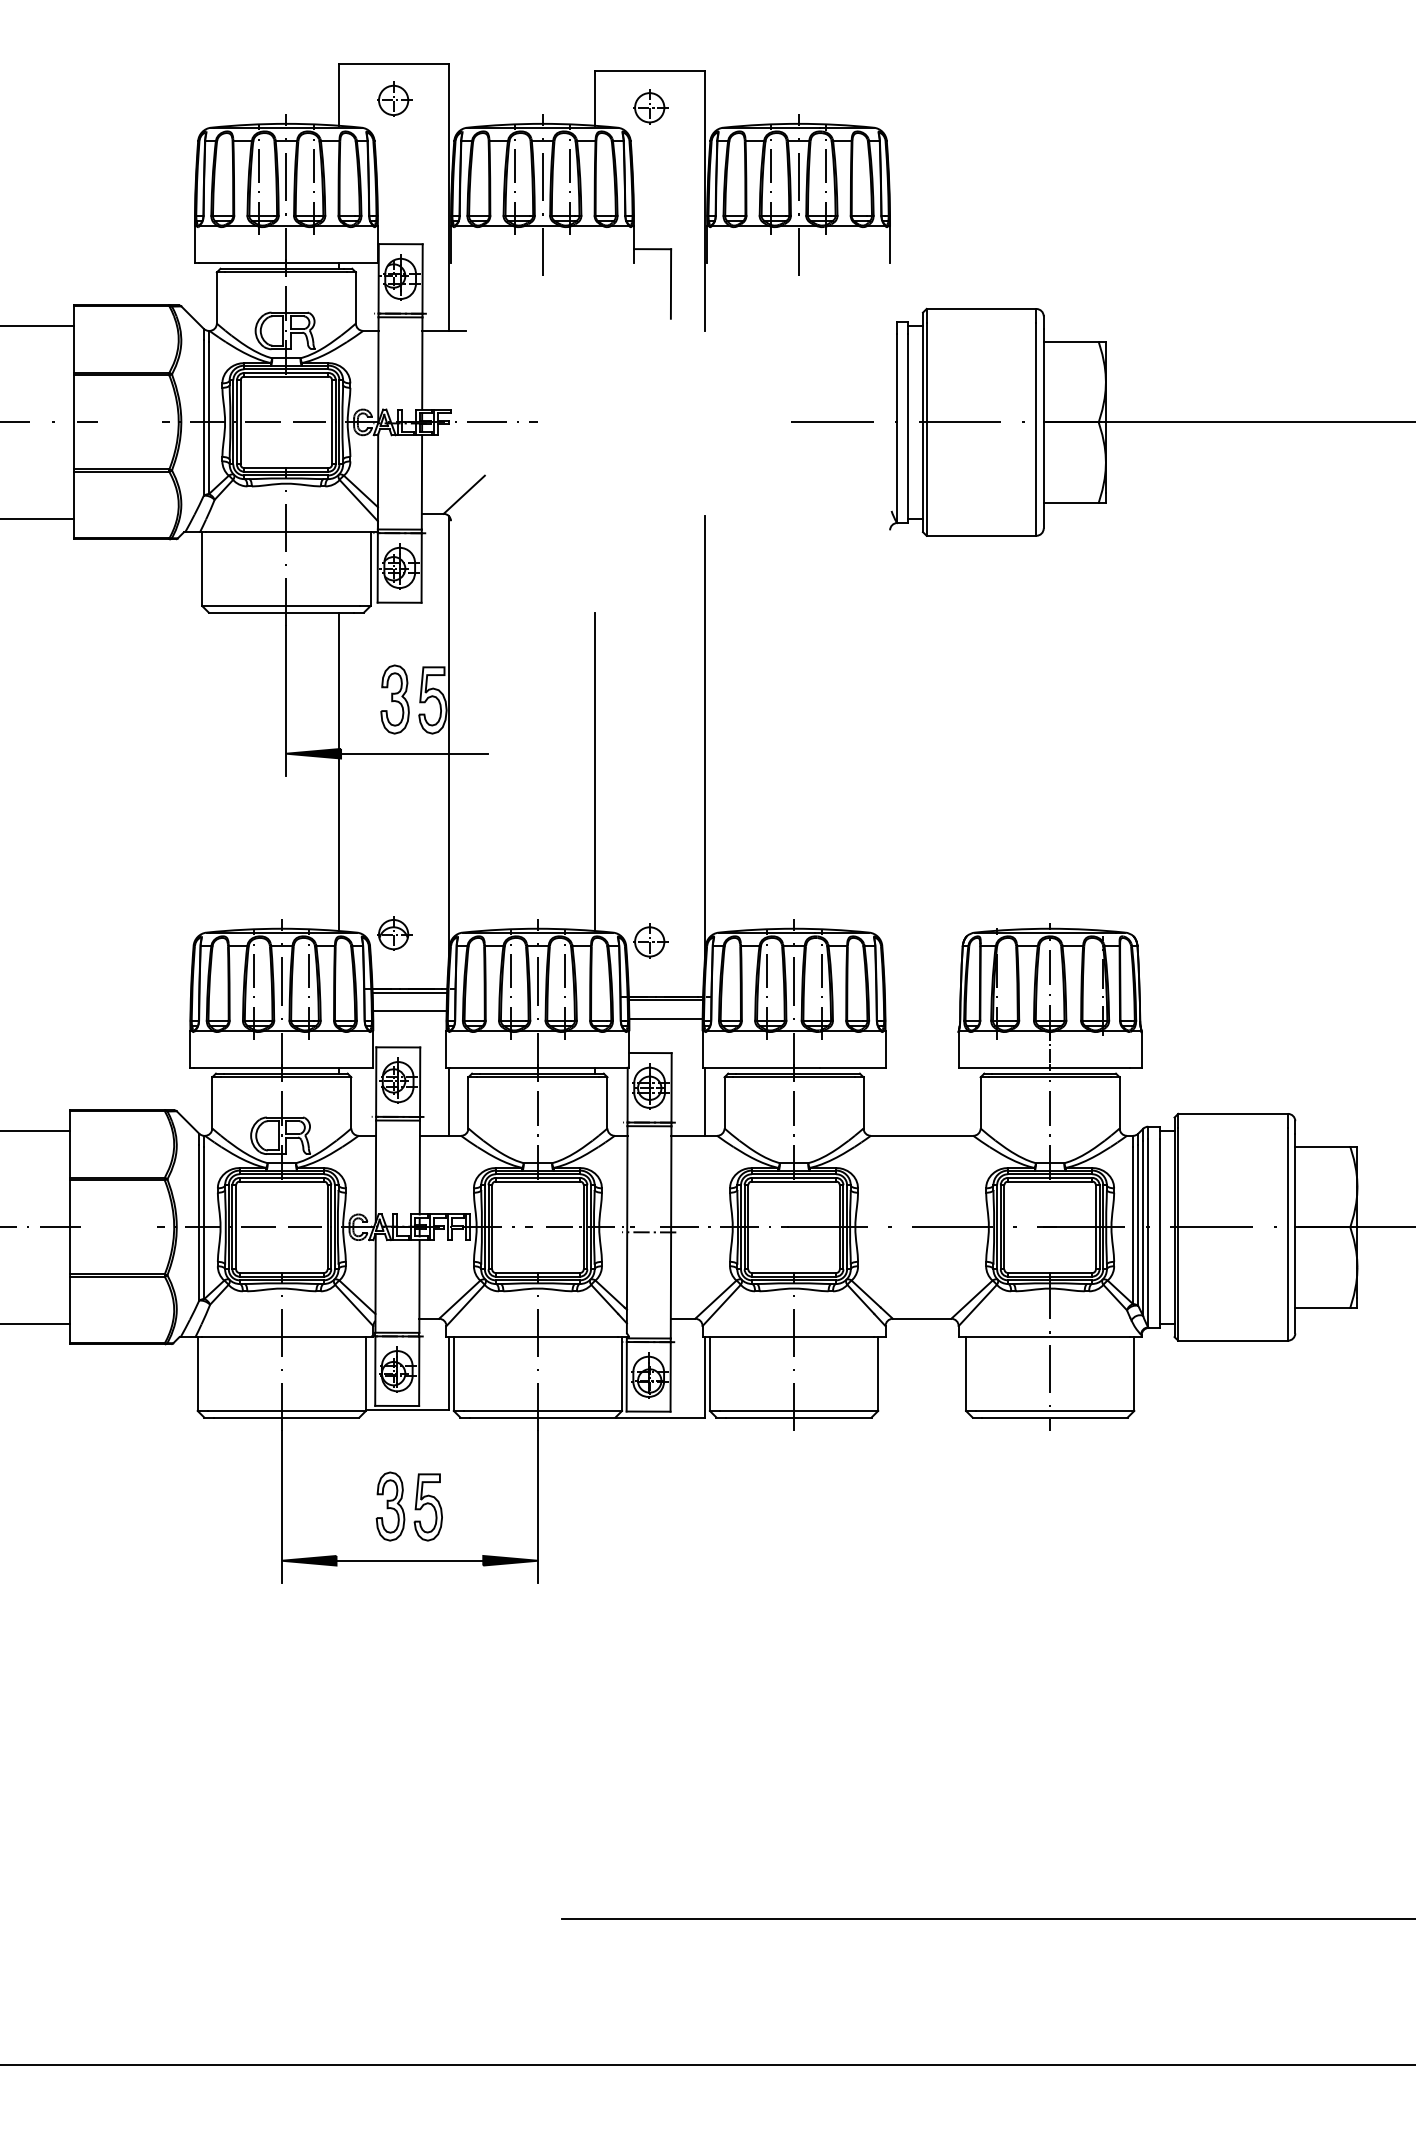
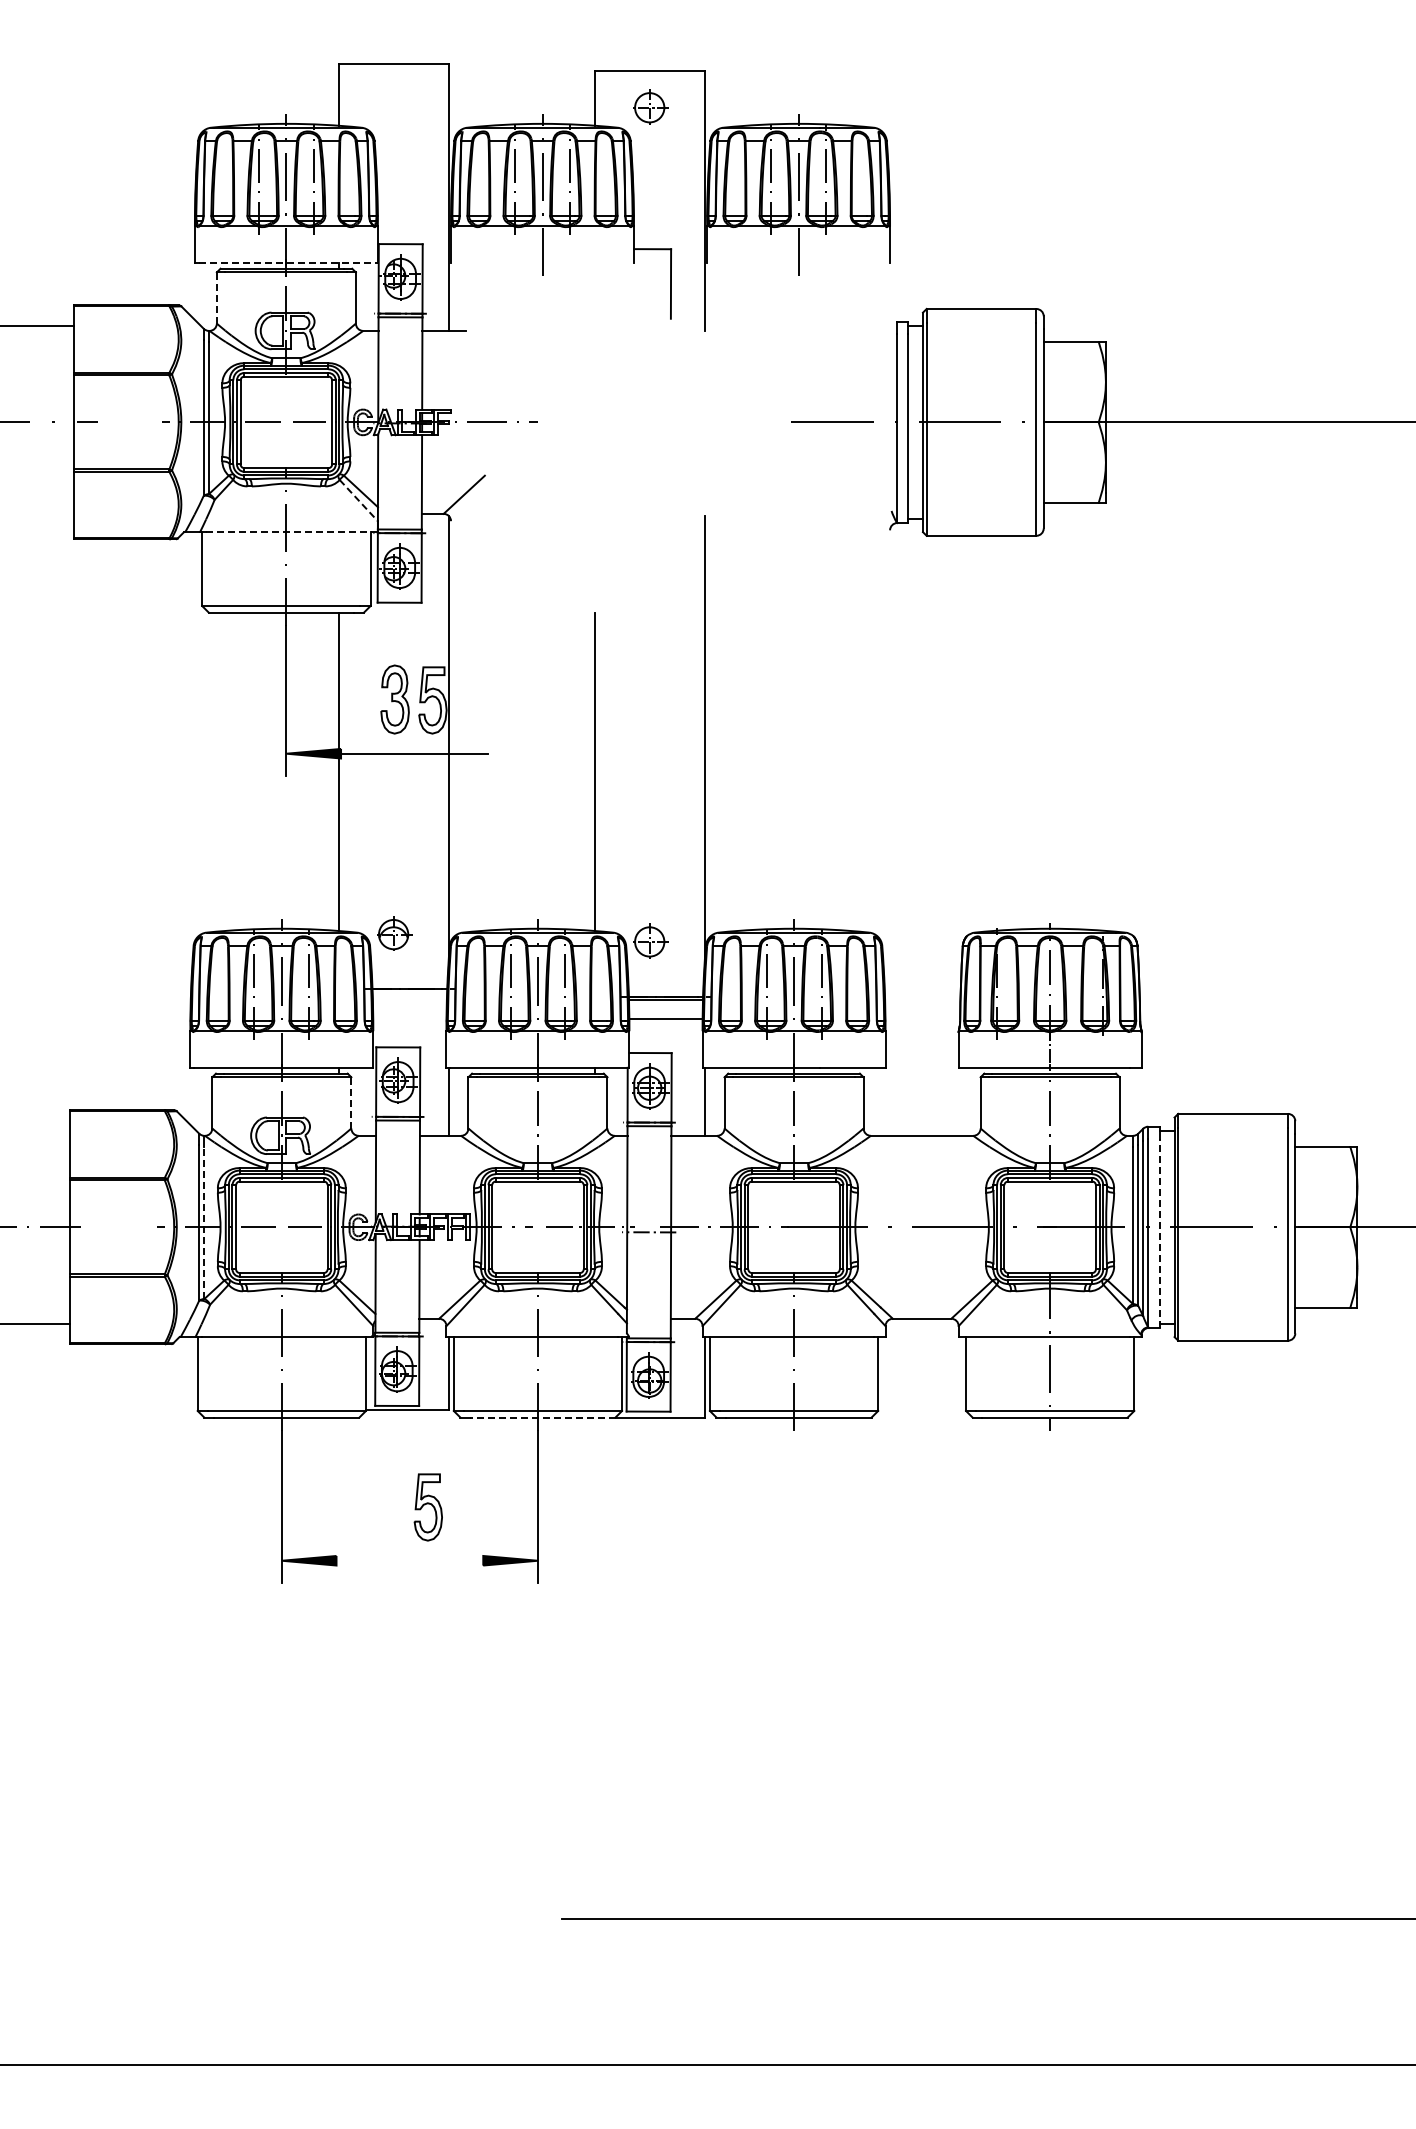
part at (394, 98): present -> none
line at (288, 262): solid -> dashed
line at (216, 298): solid -> dashed
line at (359, 500): solid -> dashed
line at (38, 518): present -> none
line at (291, 532): solid -> dashed
line at (409, 993): present -> none
line at (409, 1011): present -> none
line at (351, 1102): solid -> dashed
line at (35, 1131): present -> none
line at (204, 1223): solid -> dashed
line at (1159, 1232): solid -> dashed
line at (542, 1417): solid -> dashed
part at (390, 1506): present -> none
line at (409, 1560): present -> none
